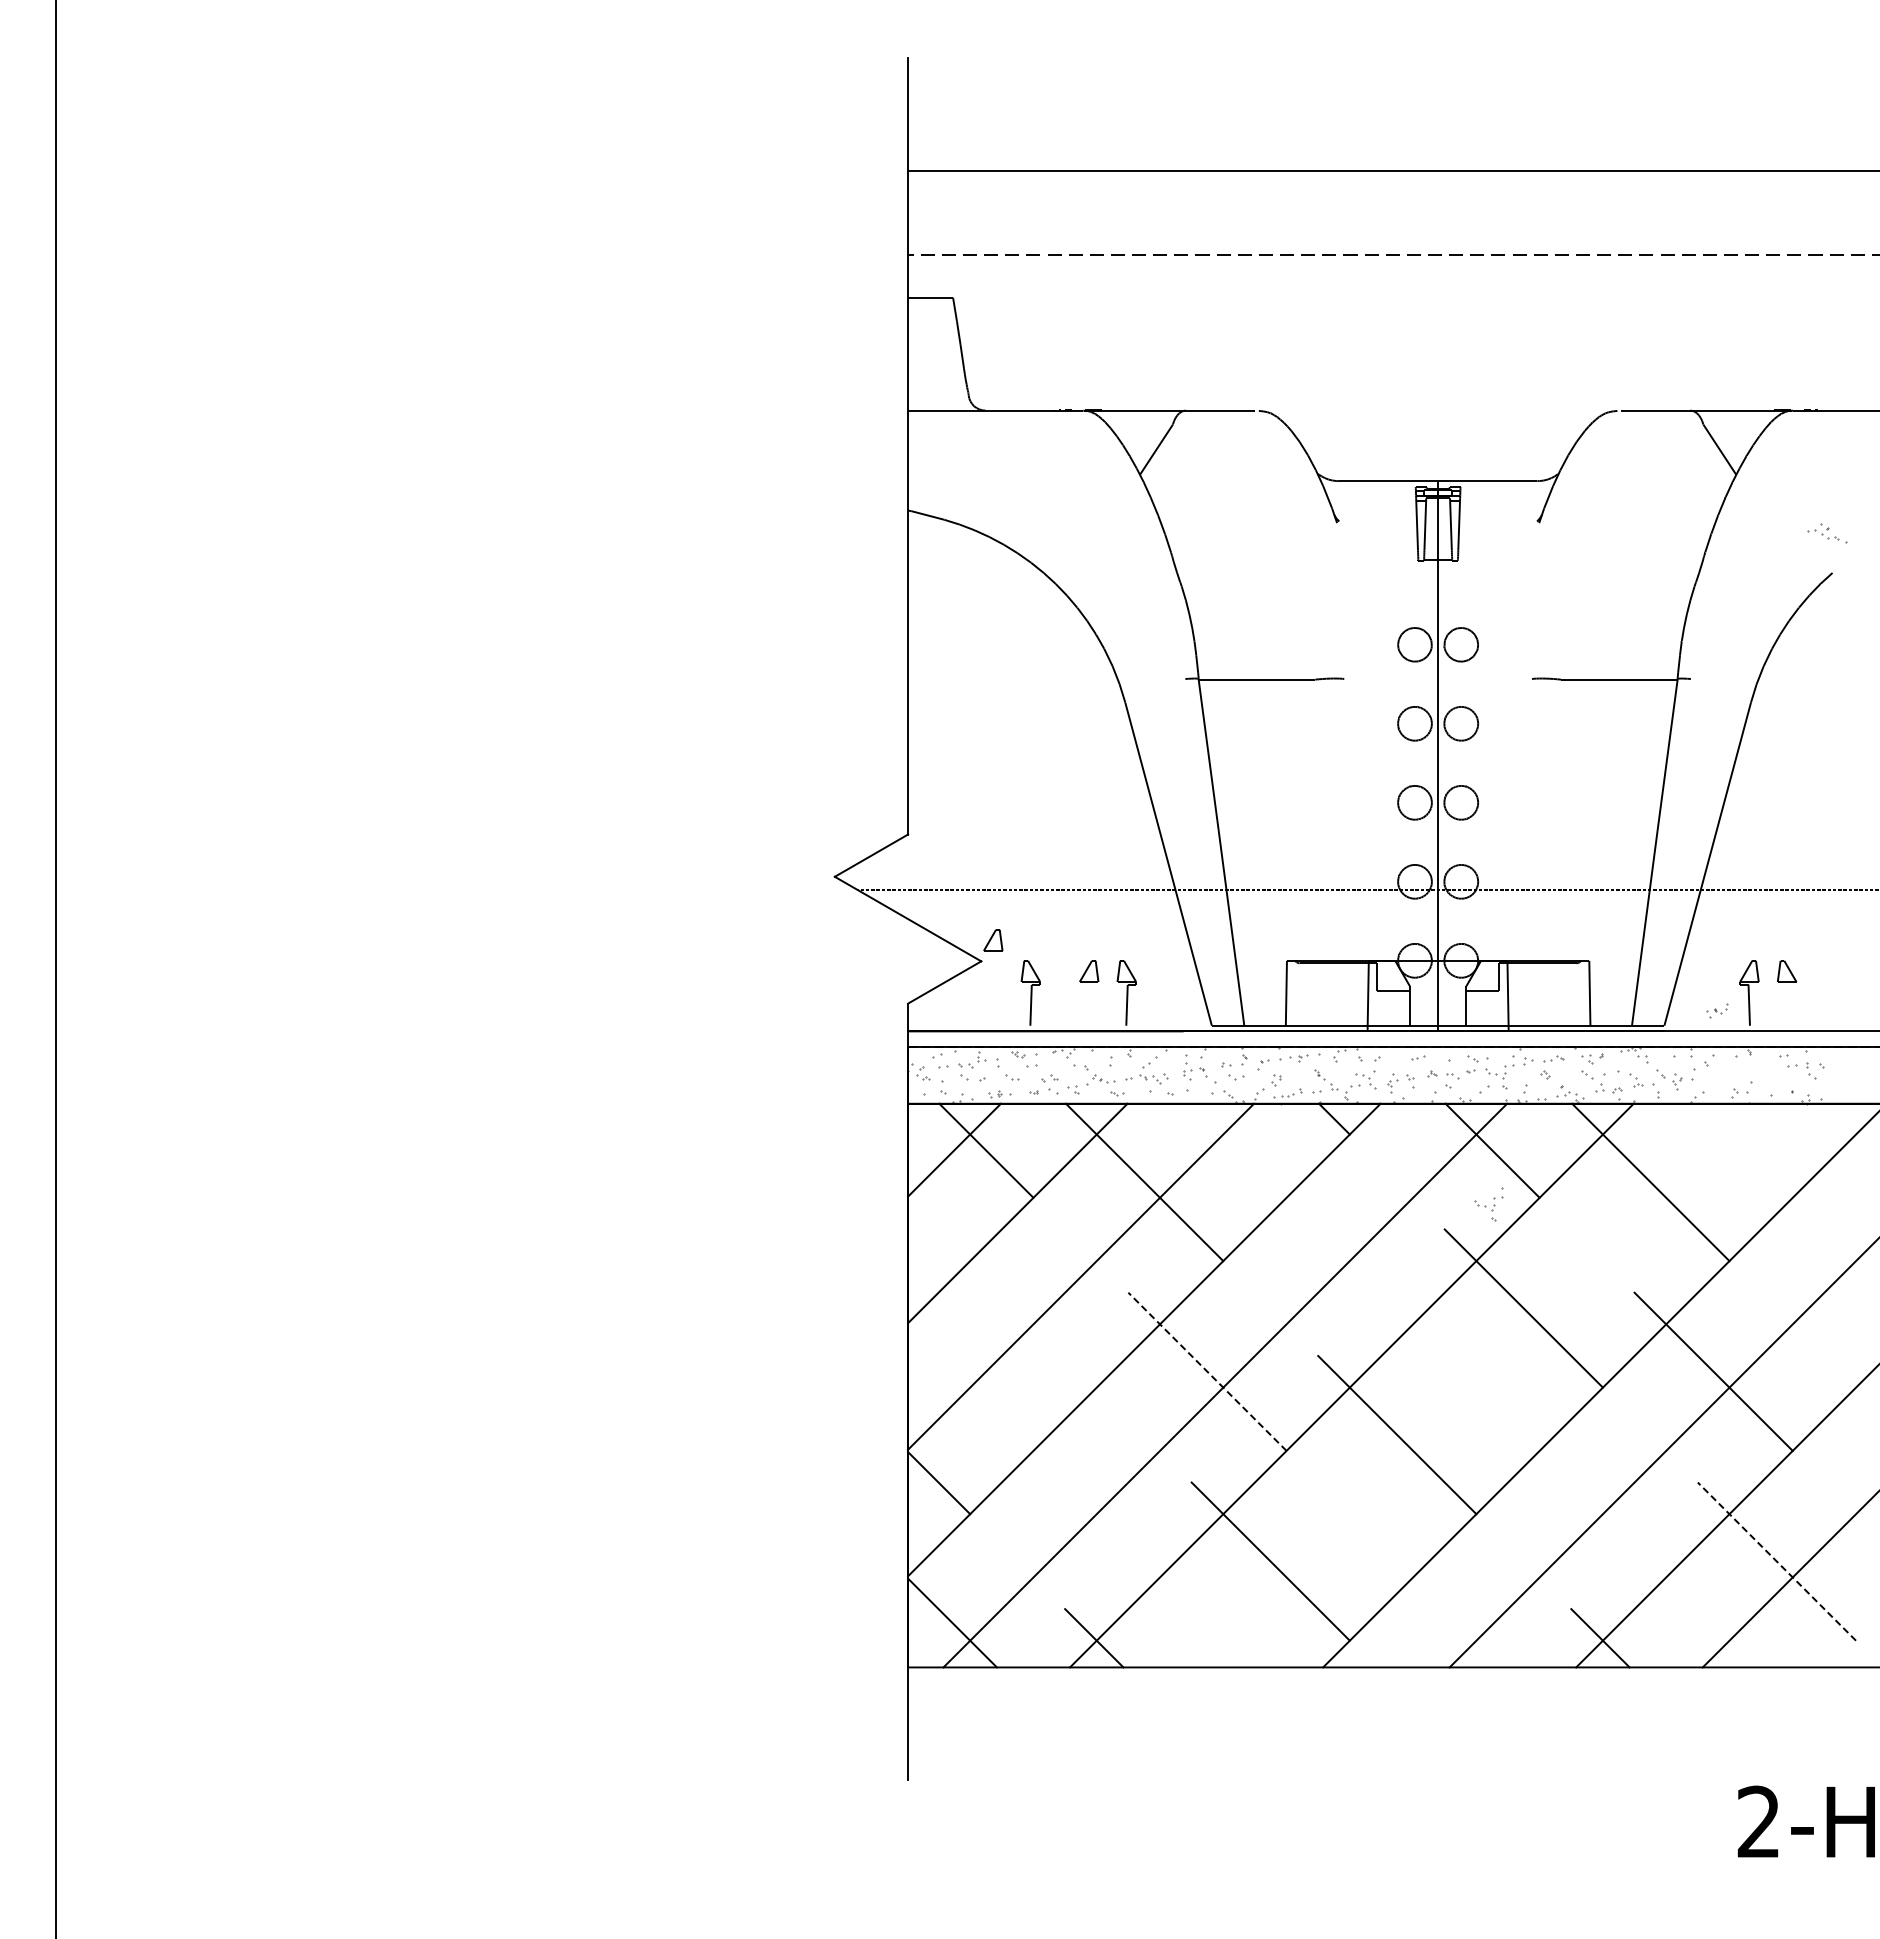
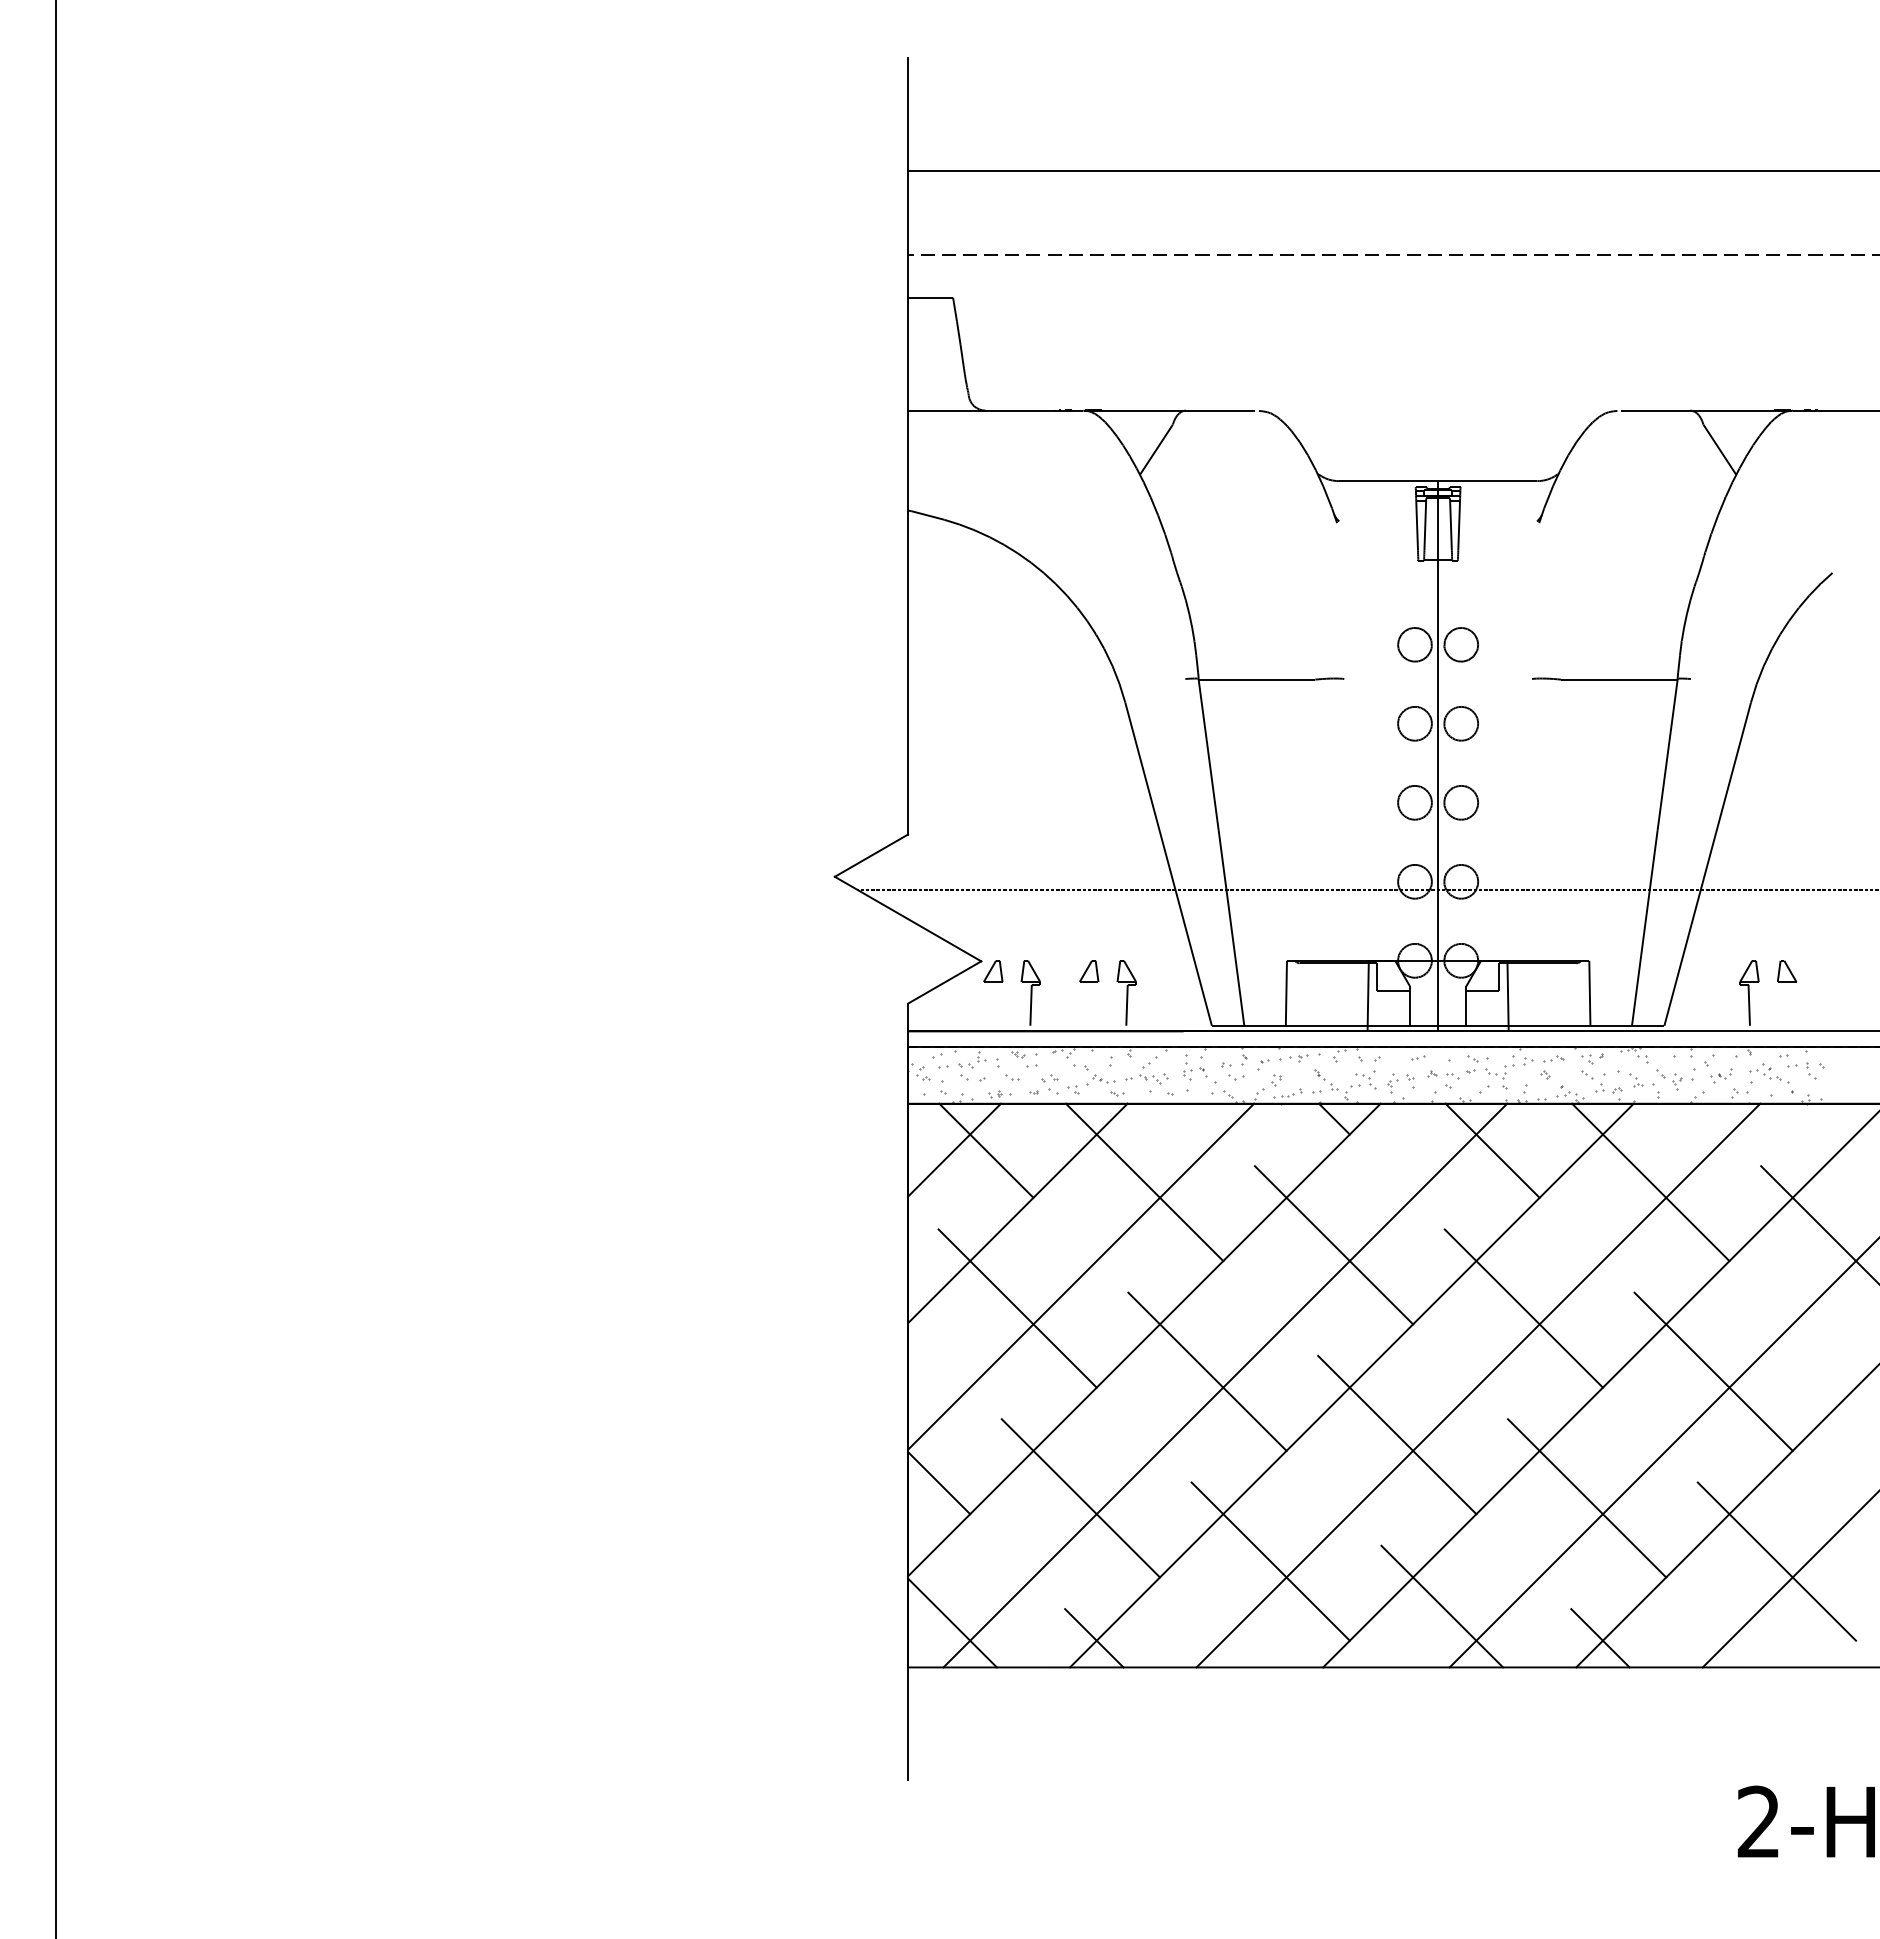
part at (1827, 533) position: (1827, 533) -> (1769, 1073)
part at (993, 940) position: (993, 940) -> (993, 971)
part at (1717, 1010) position: (1717, 1010) -> (1721, 1075)
part at (1488, 1204): present -> none
line at (1818, 1223): none -> present
line at (1333, 1245): none -> present
line at (1017, 1308): none -> present
line at (1207, 1371): dashed -> solid
line at (1478, 1385): none -> present
line at (1080, 1498): none -> present
line at (1587, 1498): none -> present
line at (1776, 1561): dashed -> solid
line at (1442, 1606): none -> present
